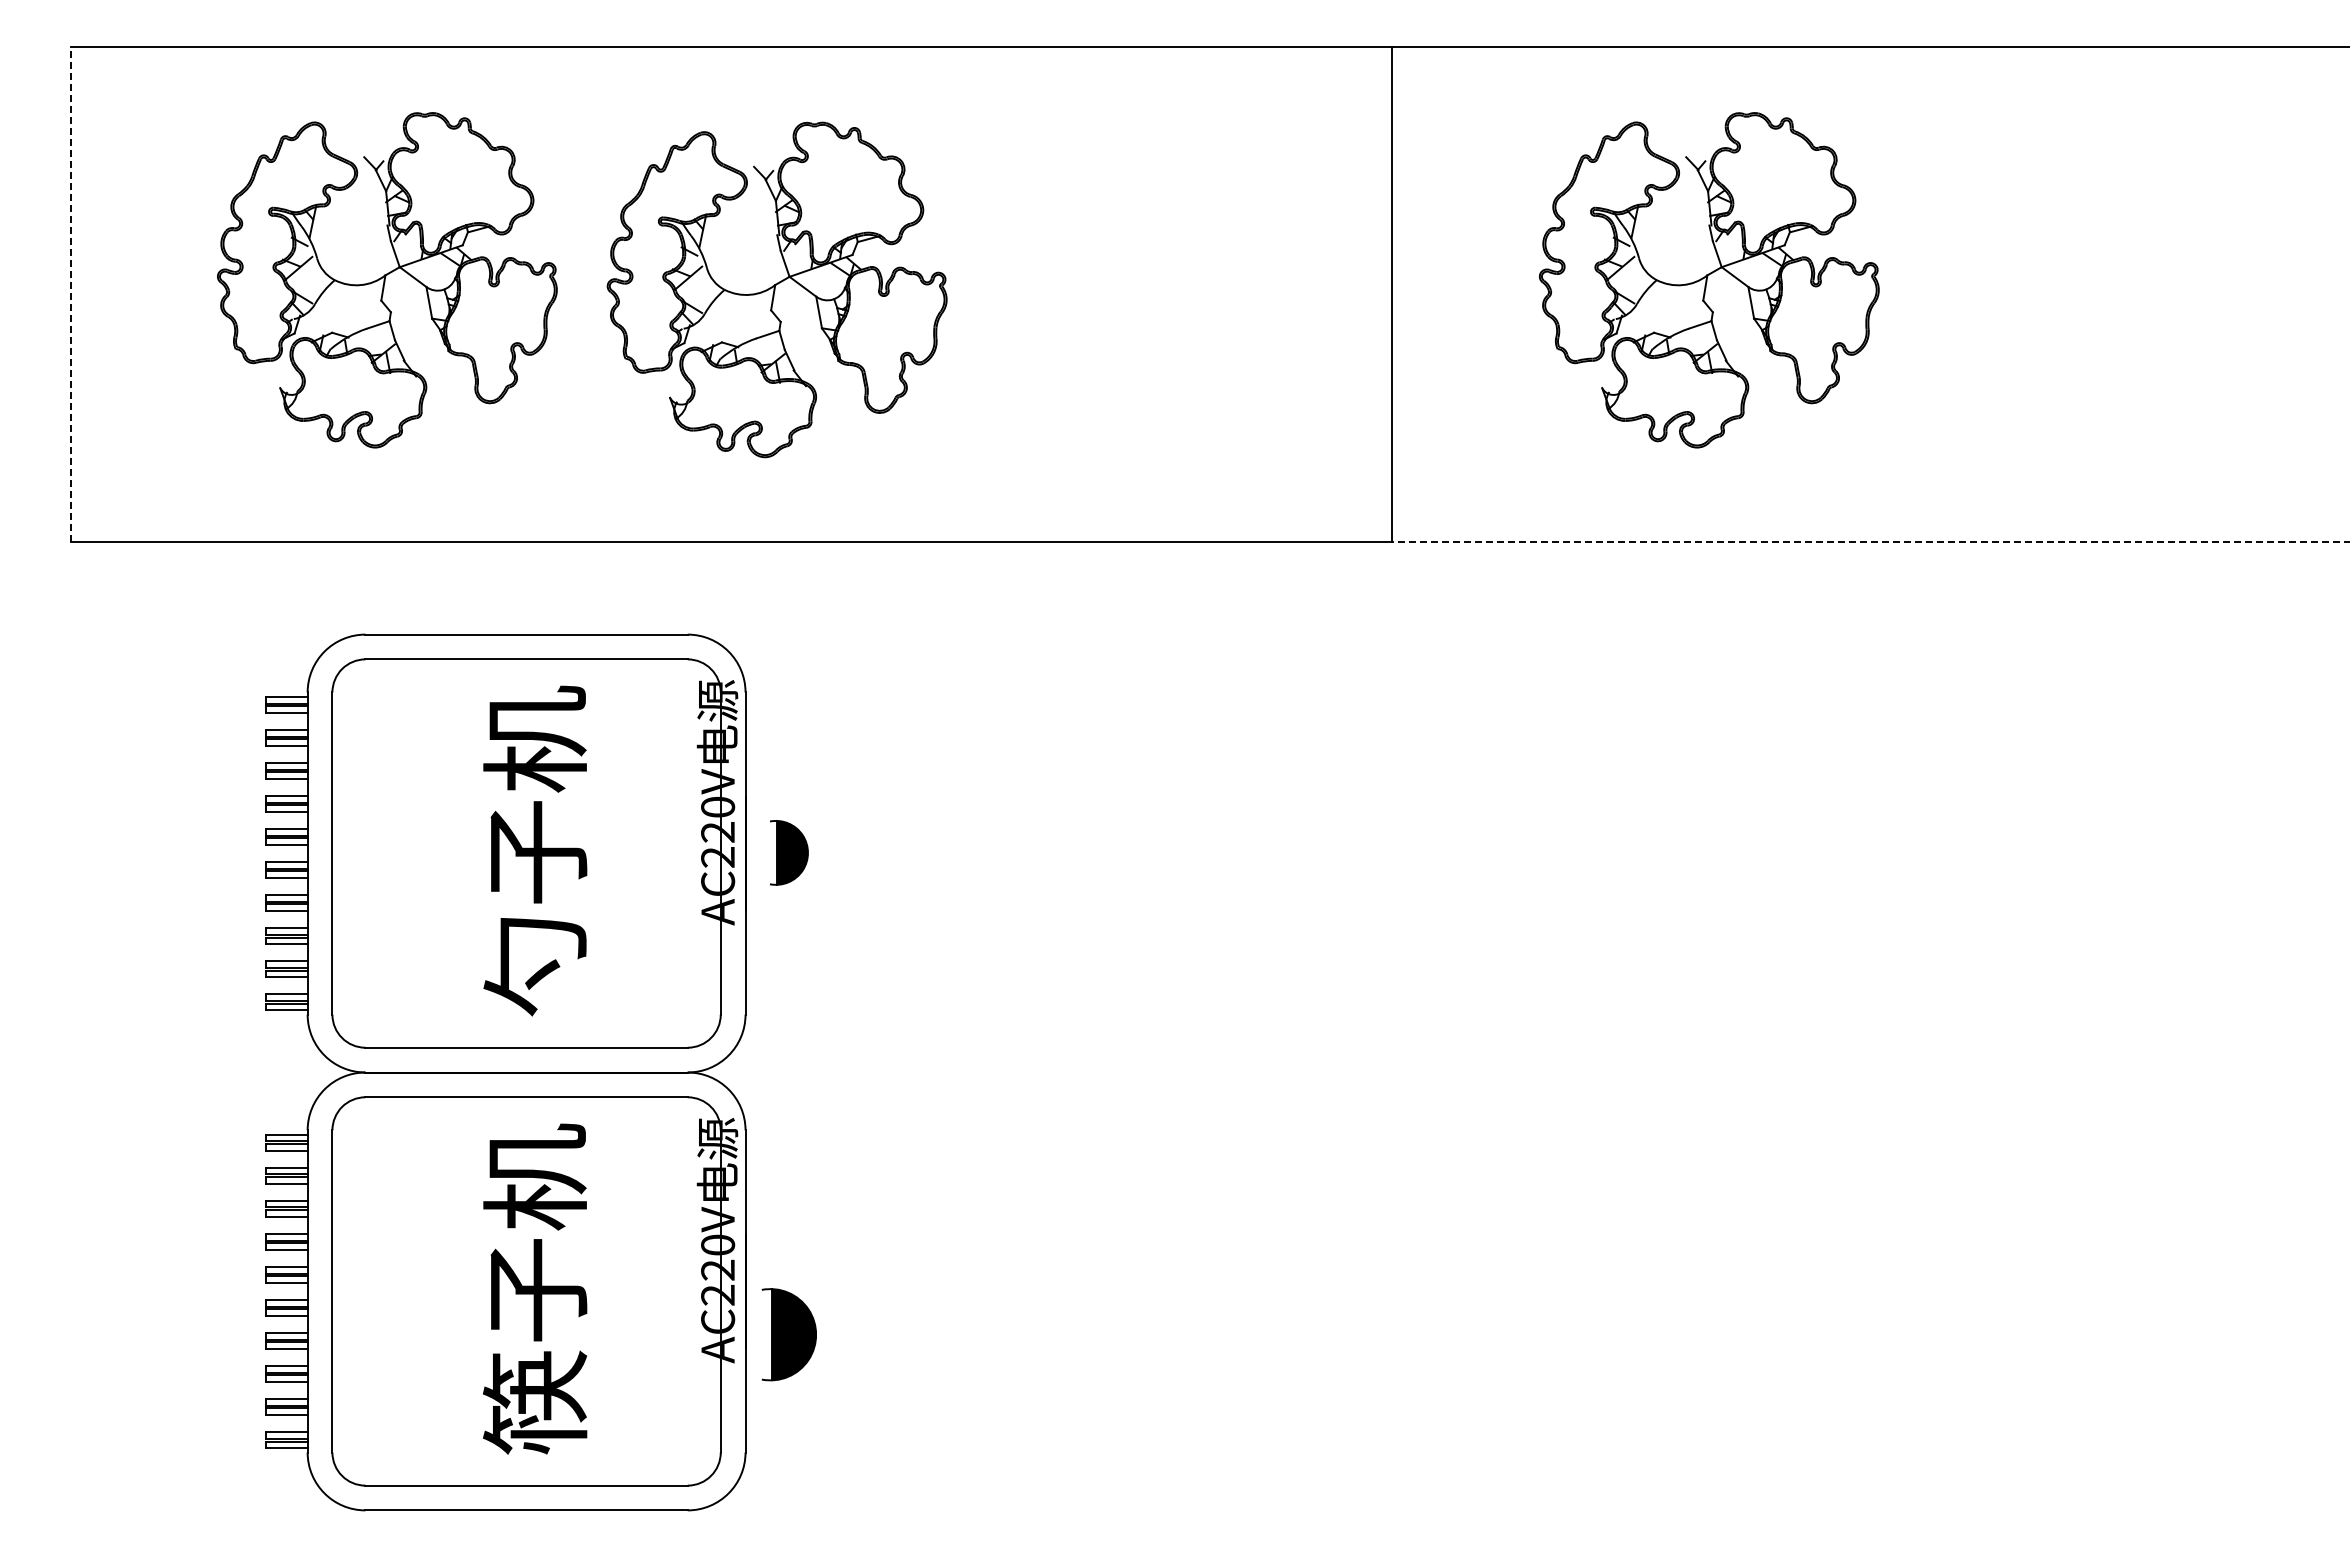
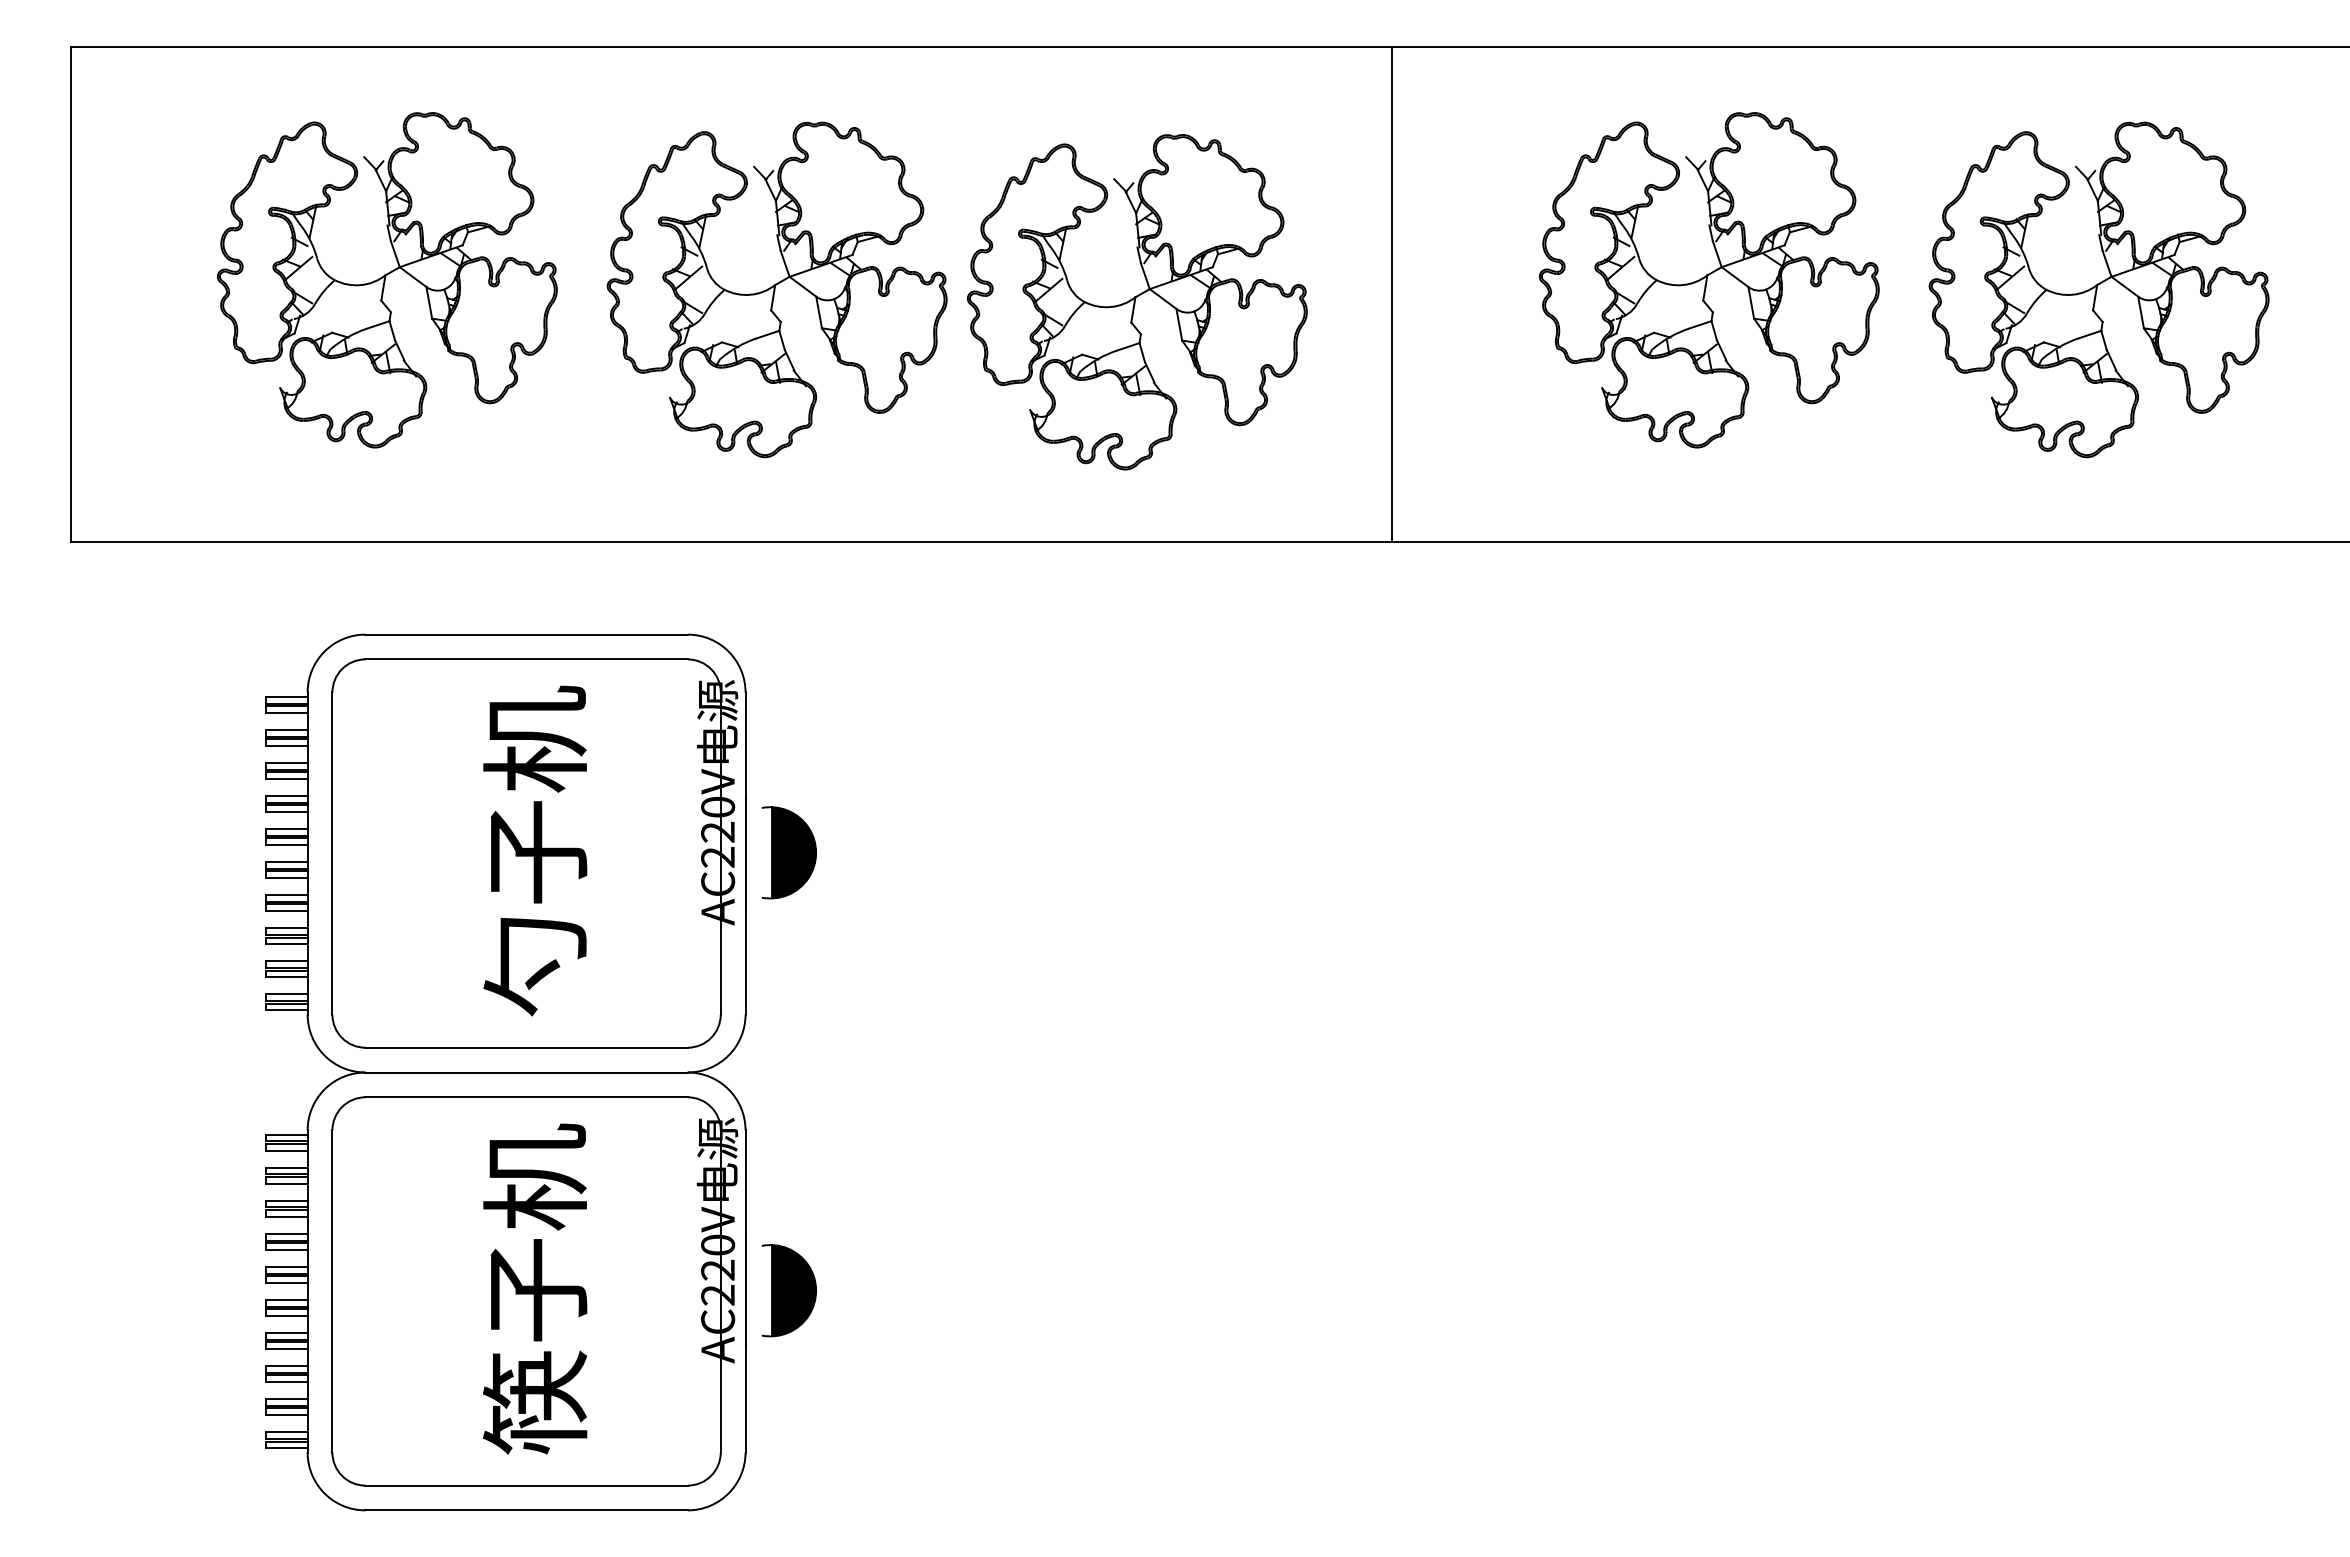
part at (2098, 289): none -> present
line at (70, 294): dashed -> solid
part at (1137, 302): none -> present
line at (1870, 542): dashed -> solid
part at (789, 852) size: 39x66 px -> 56x94 px
part at (788, 1334) position: (788, 1334) -> (788, 1290)
